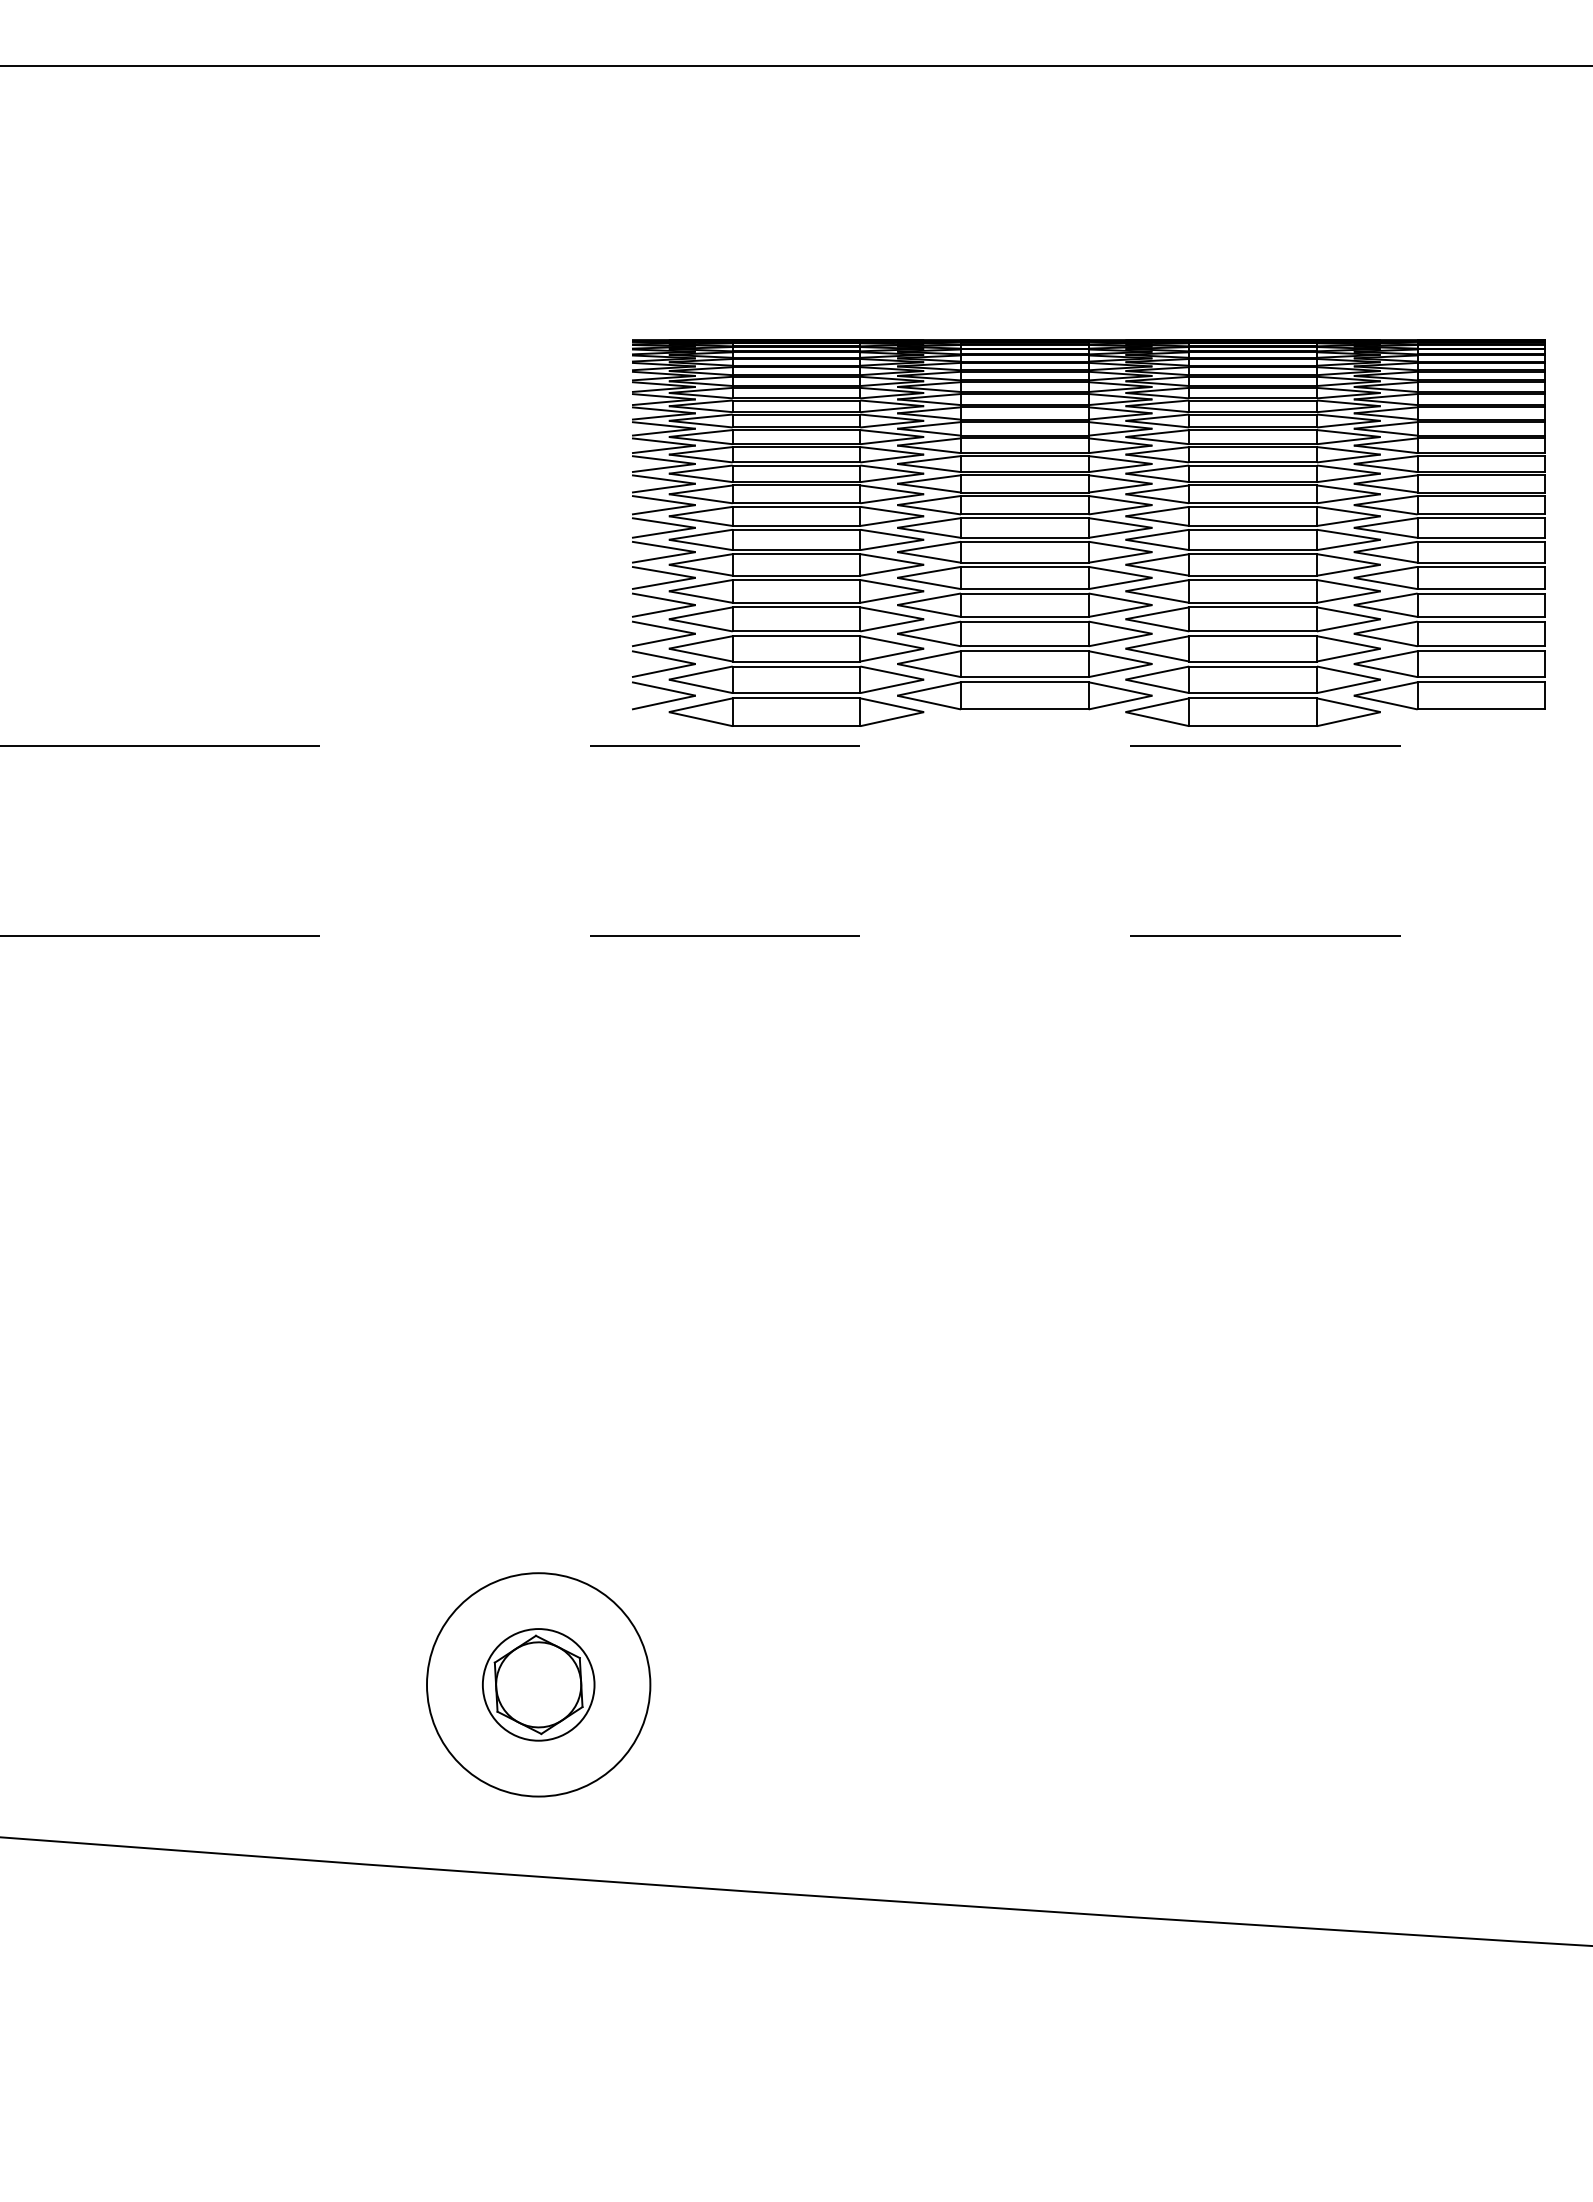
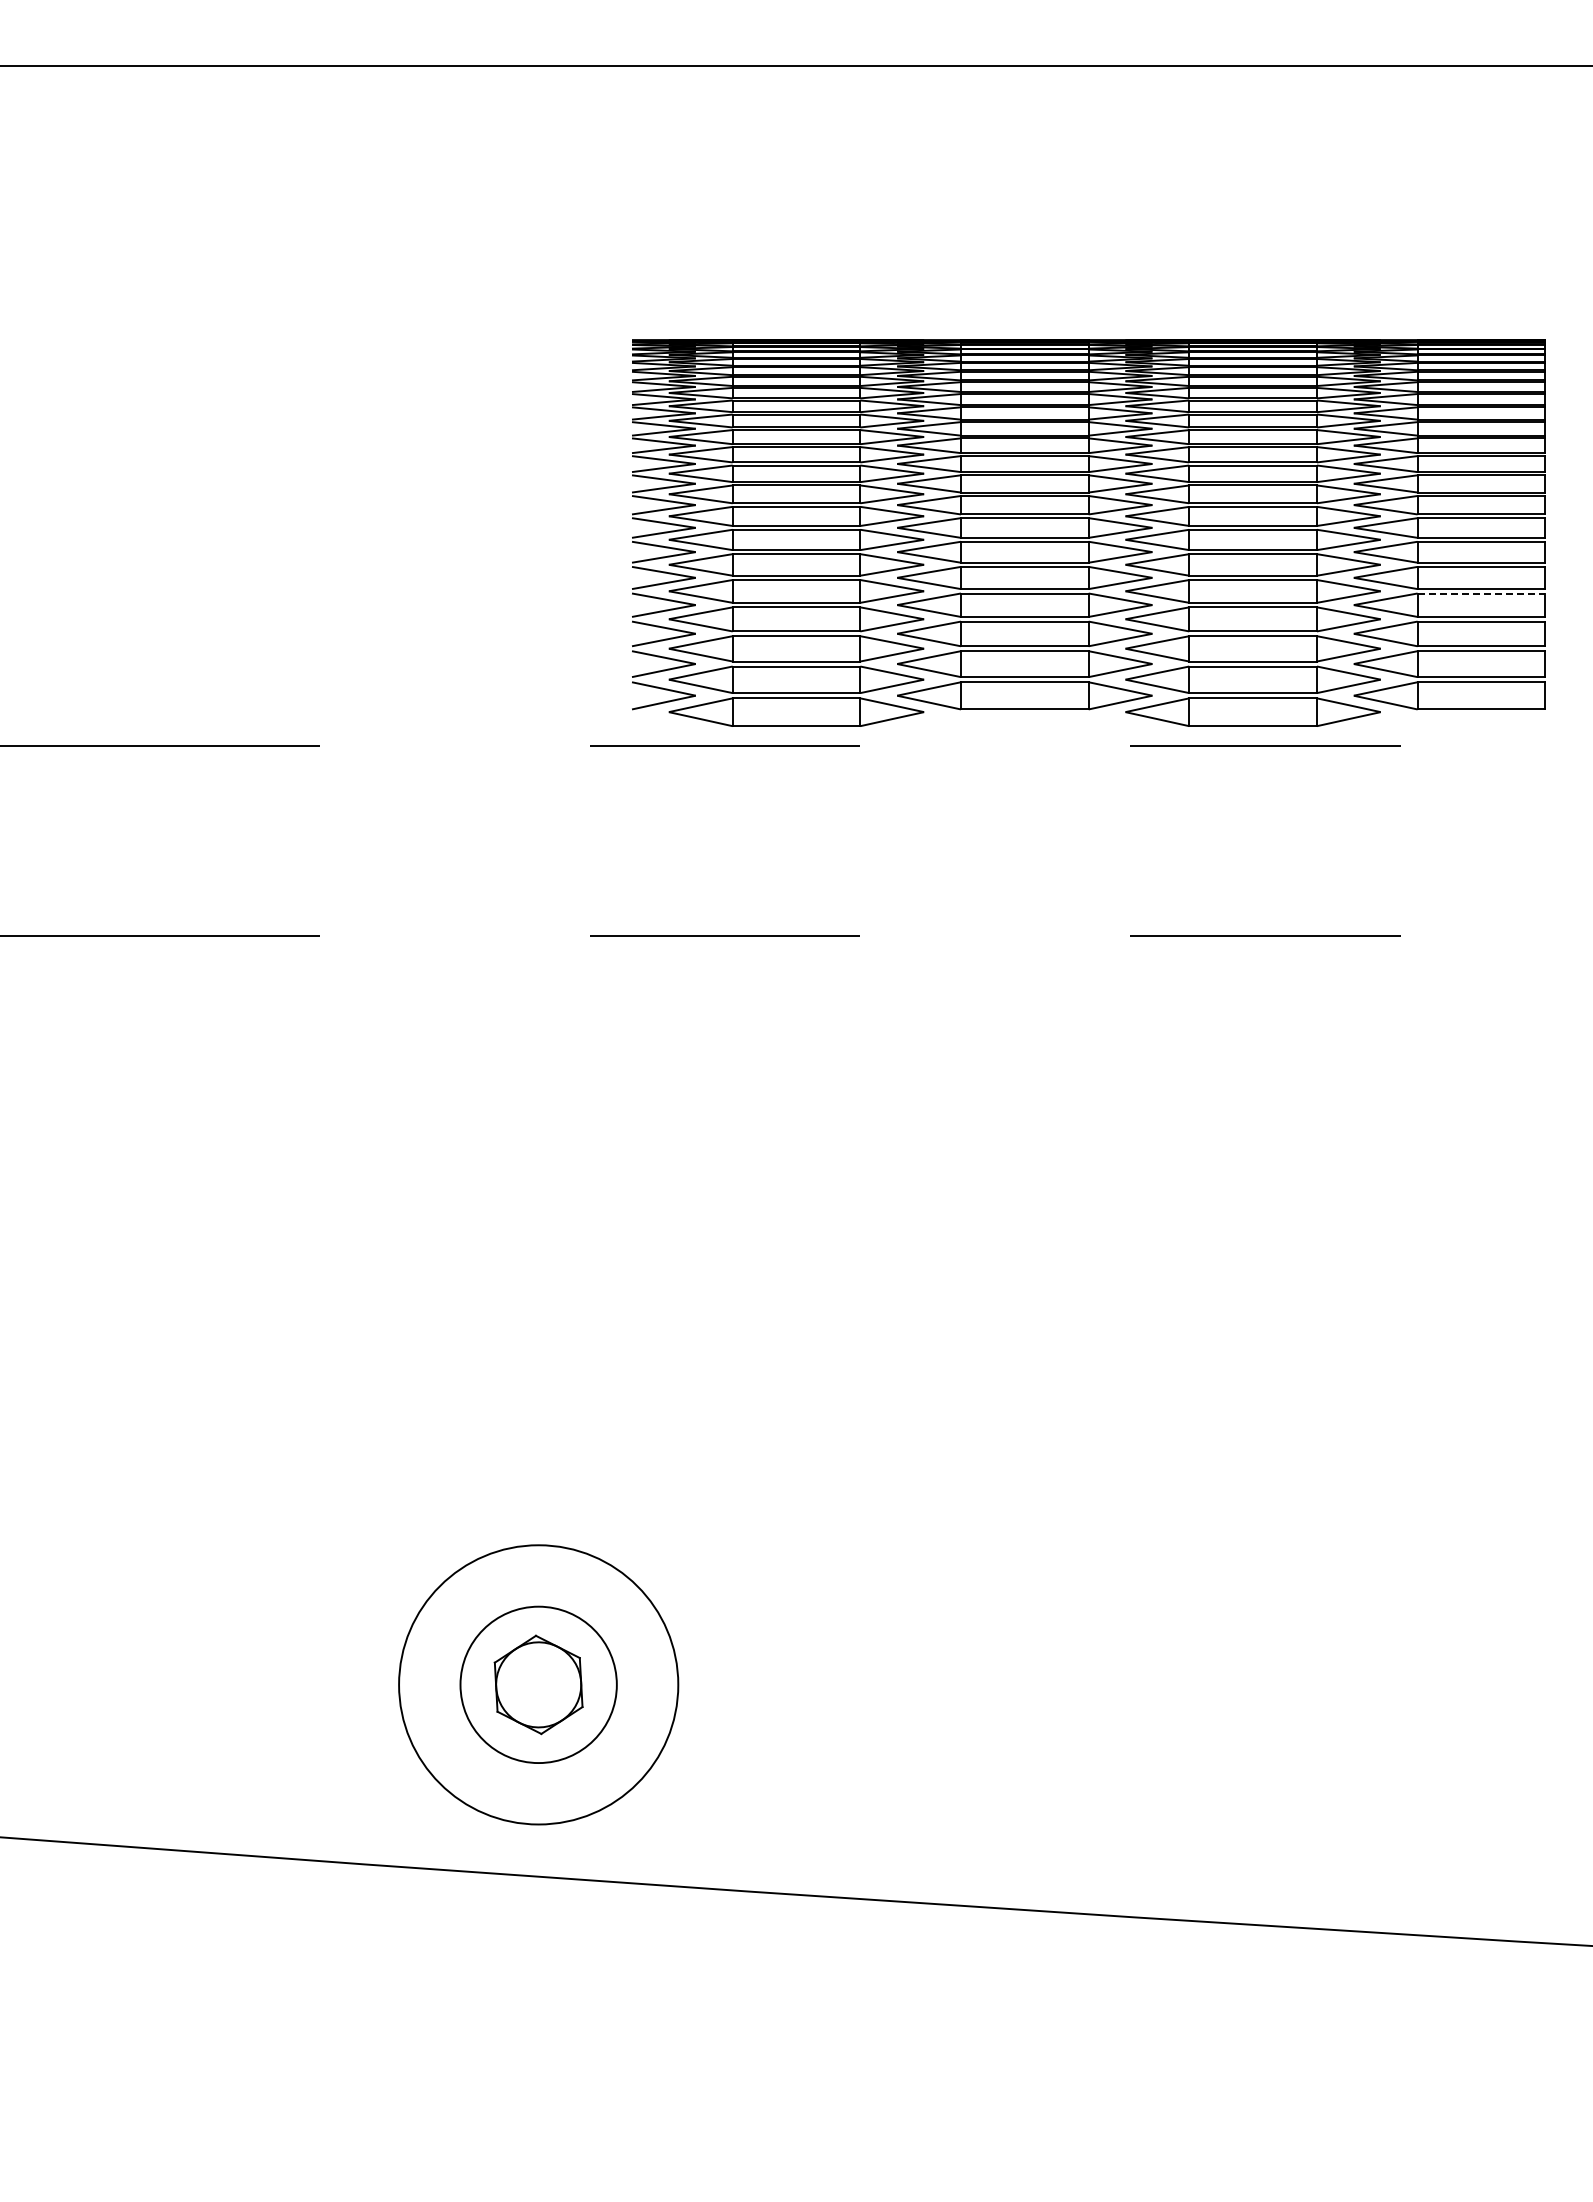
line at (1481, 593): solid -> dashed
circle at (538, 1684) diameter: 112 px -> 156 px
circle at (538, 1684) diameter: 223 px -> 279 px
